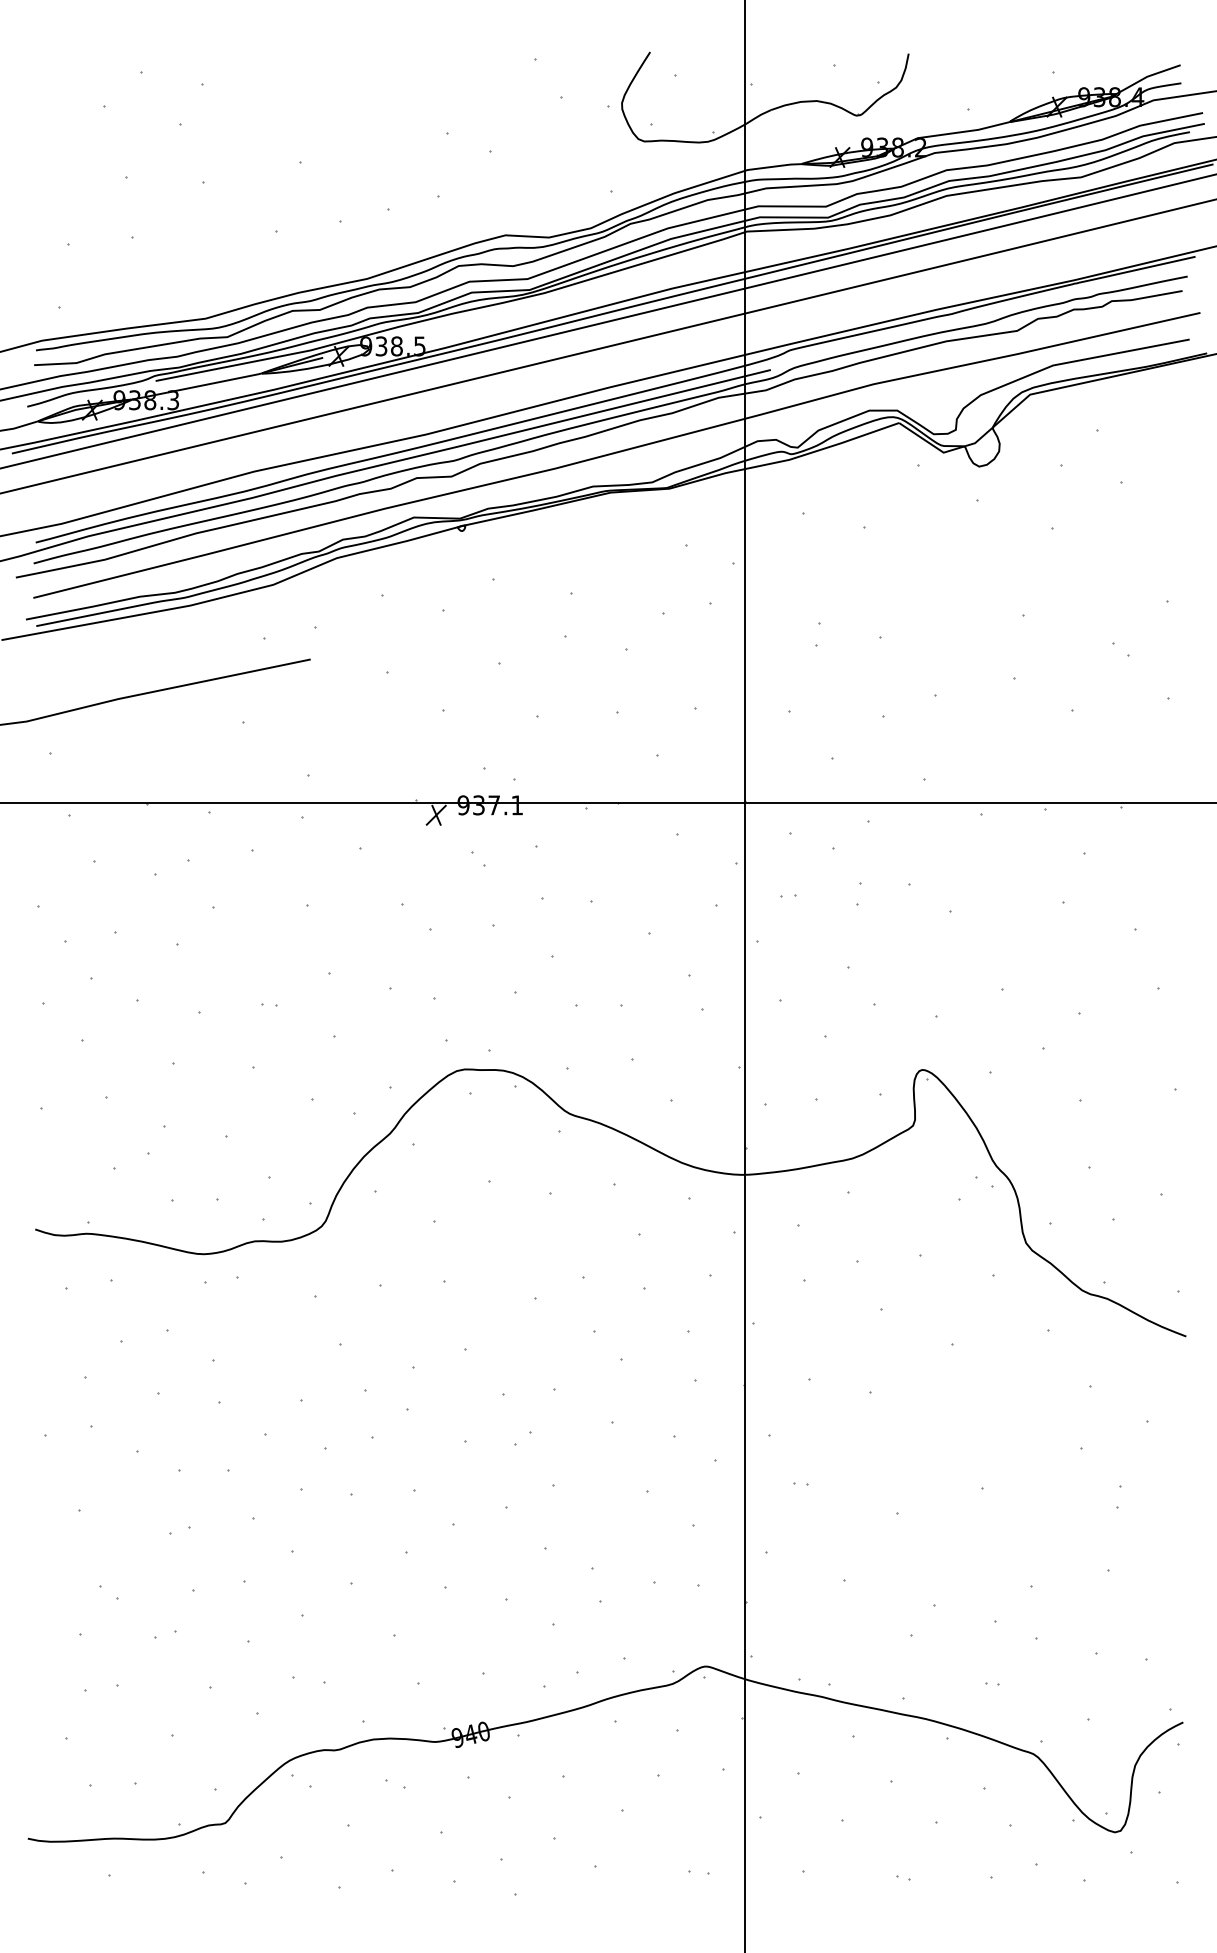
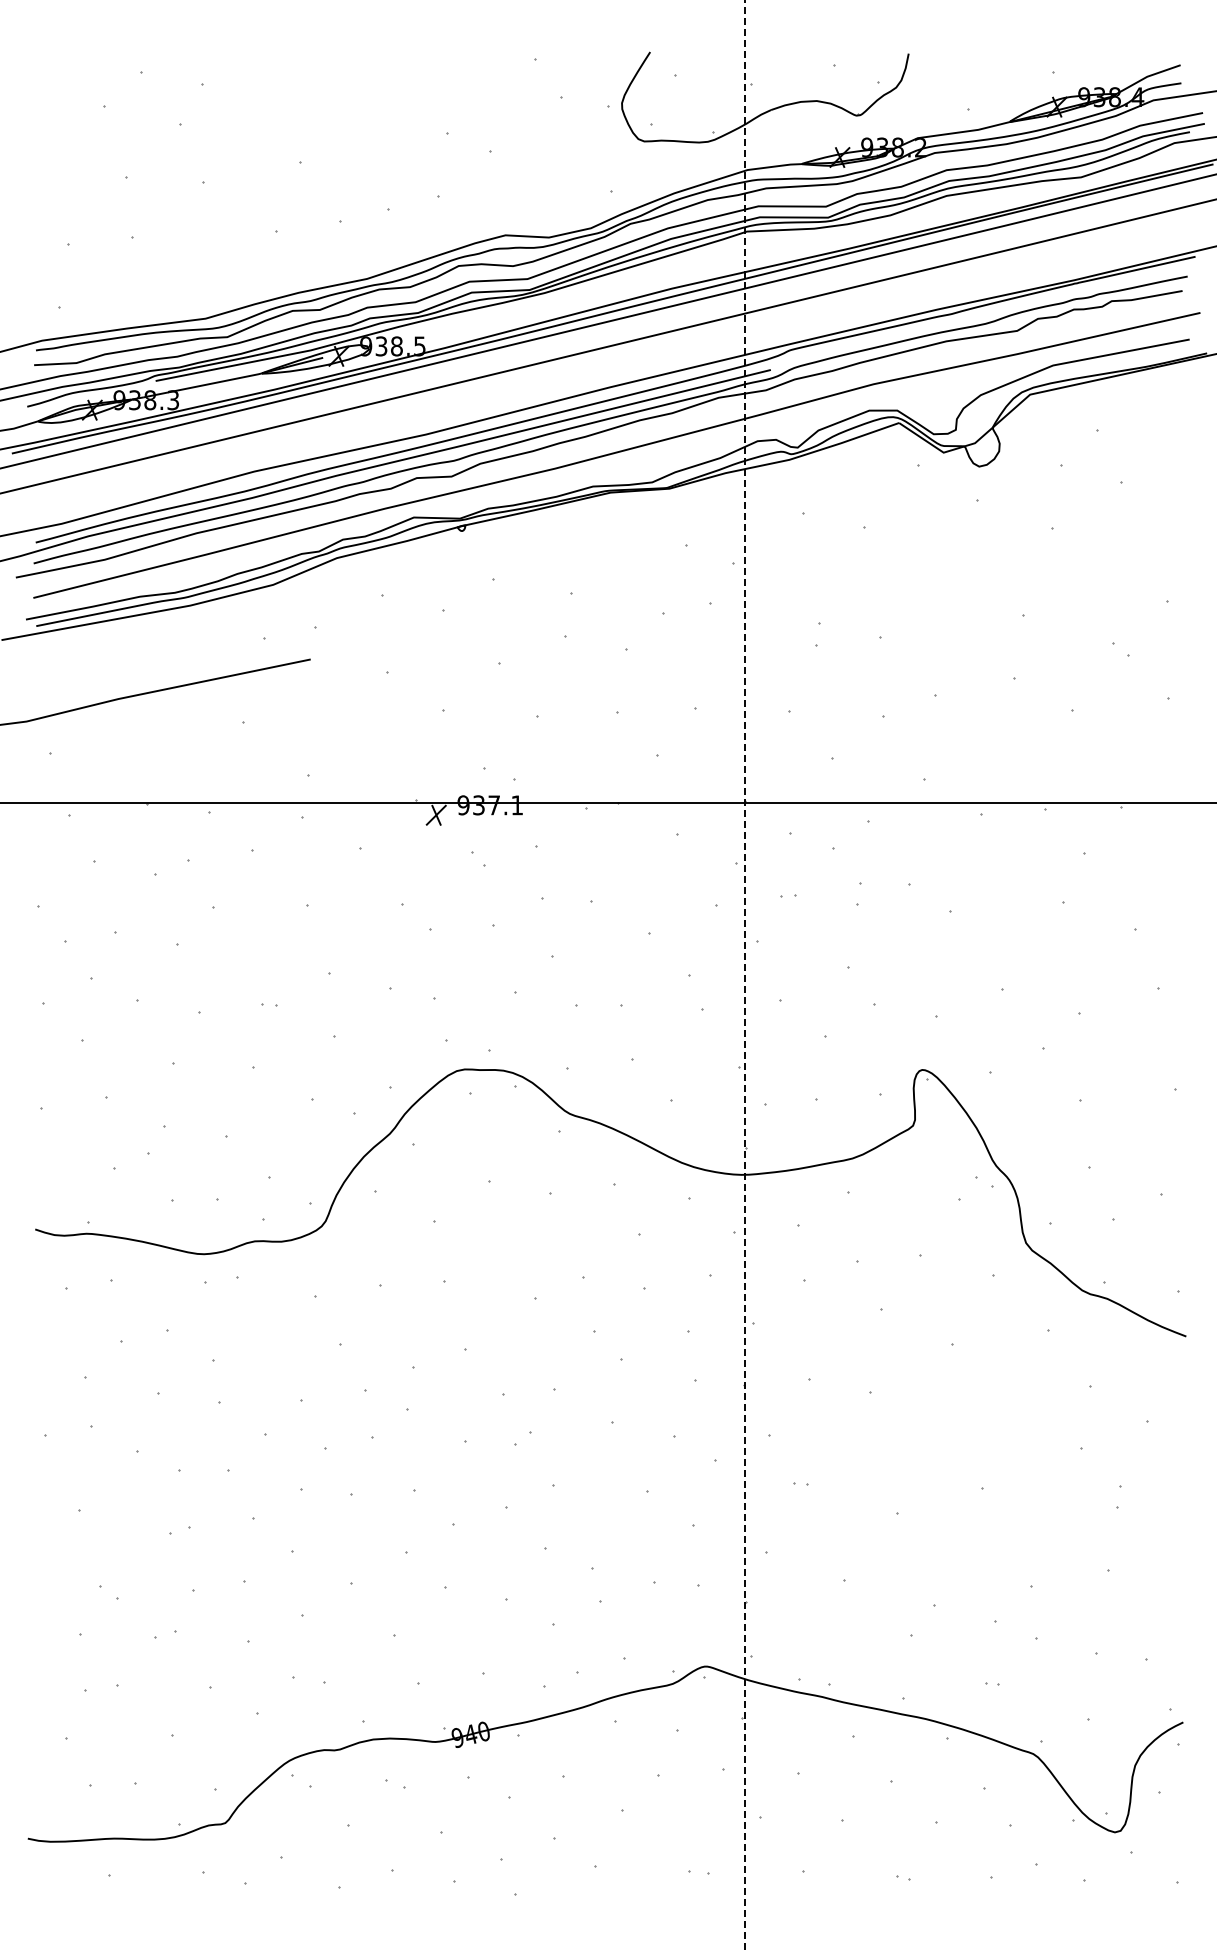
line at (744, 976): solid -> dashed
